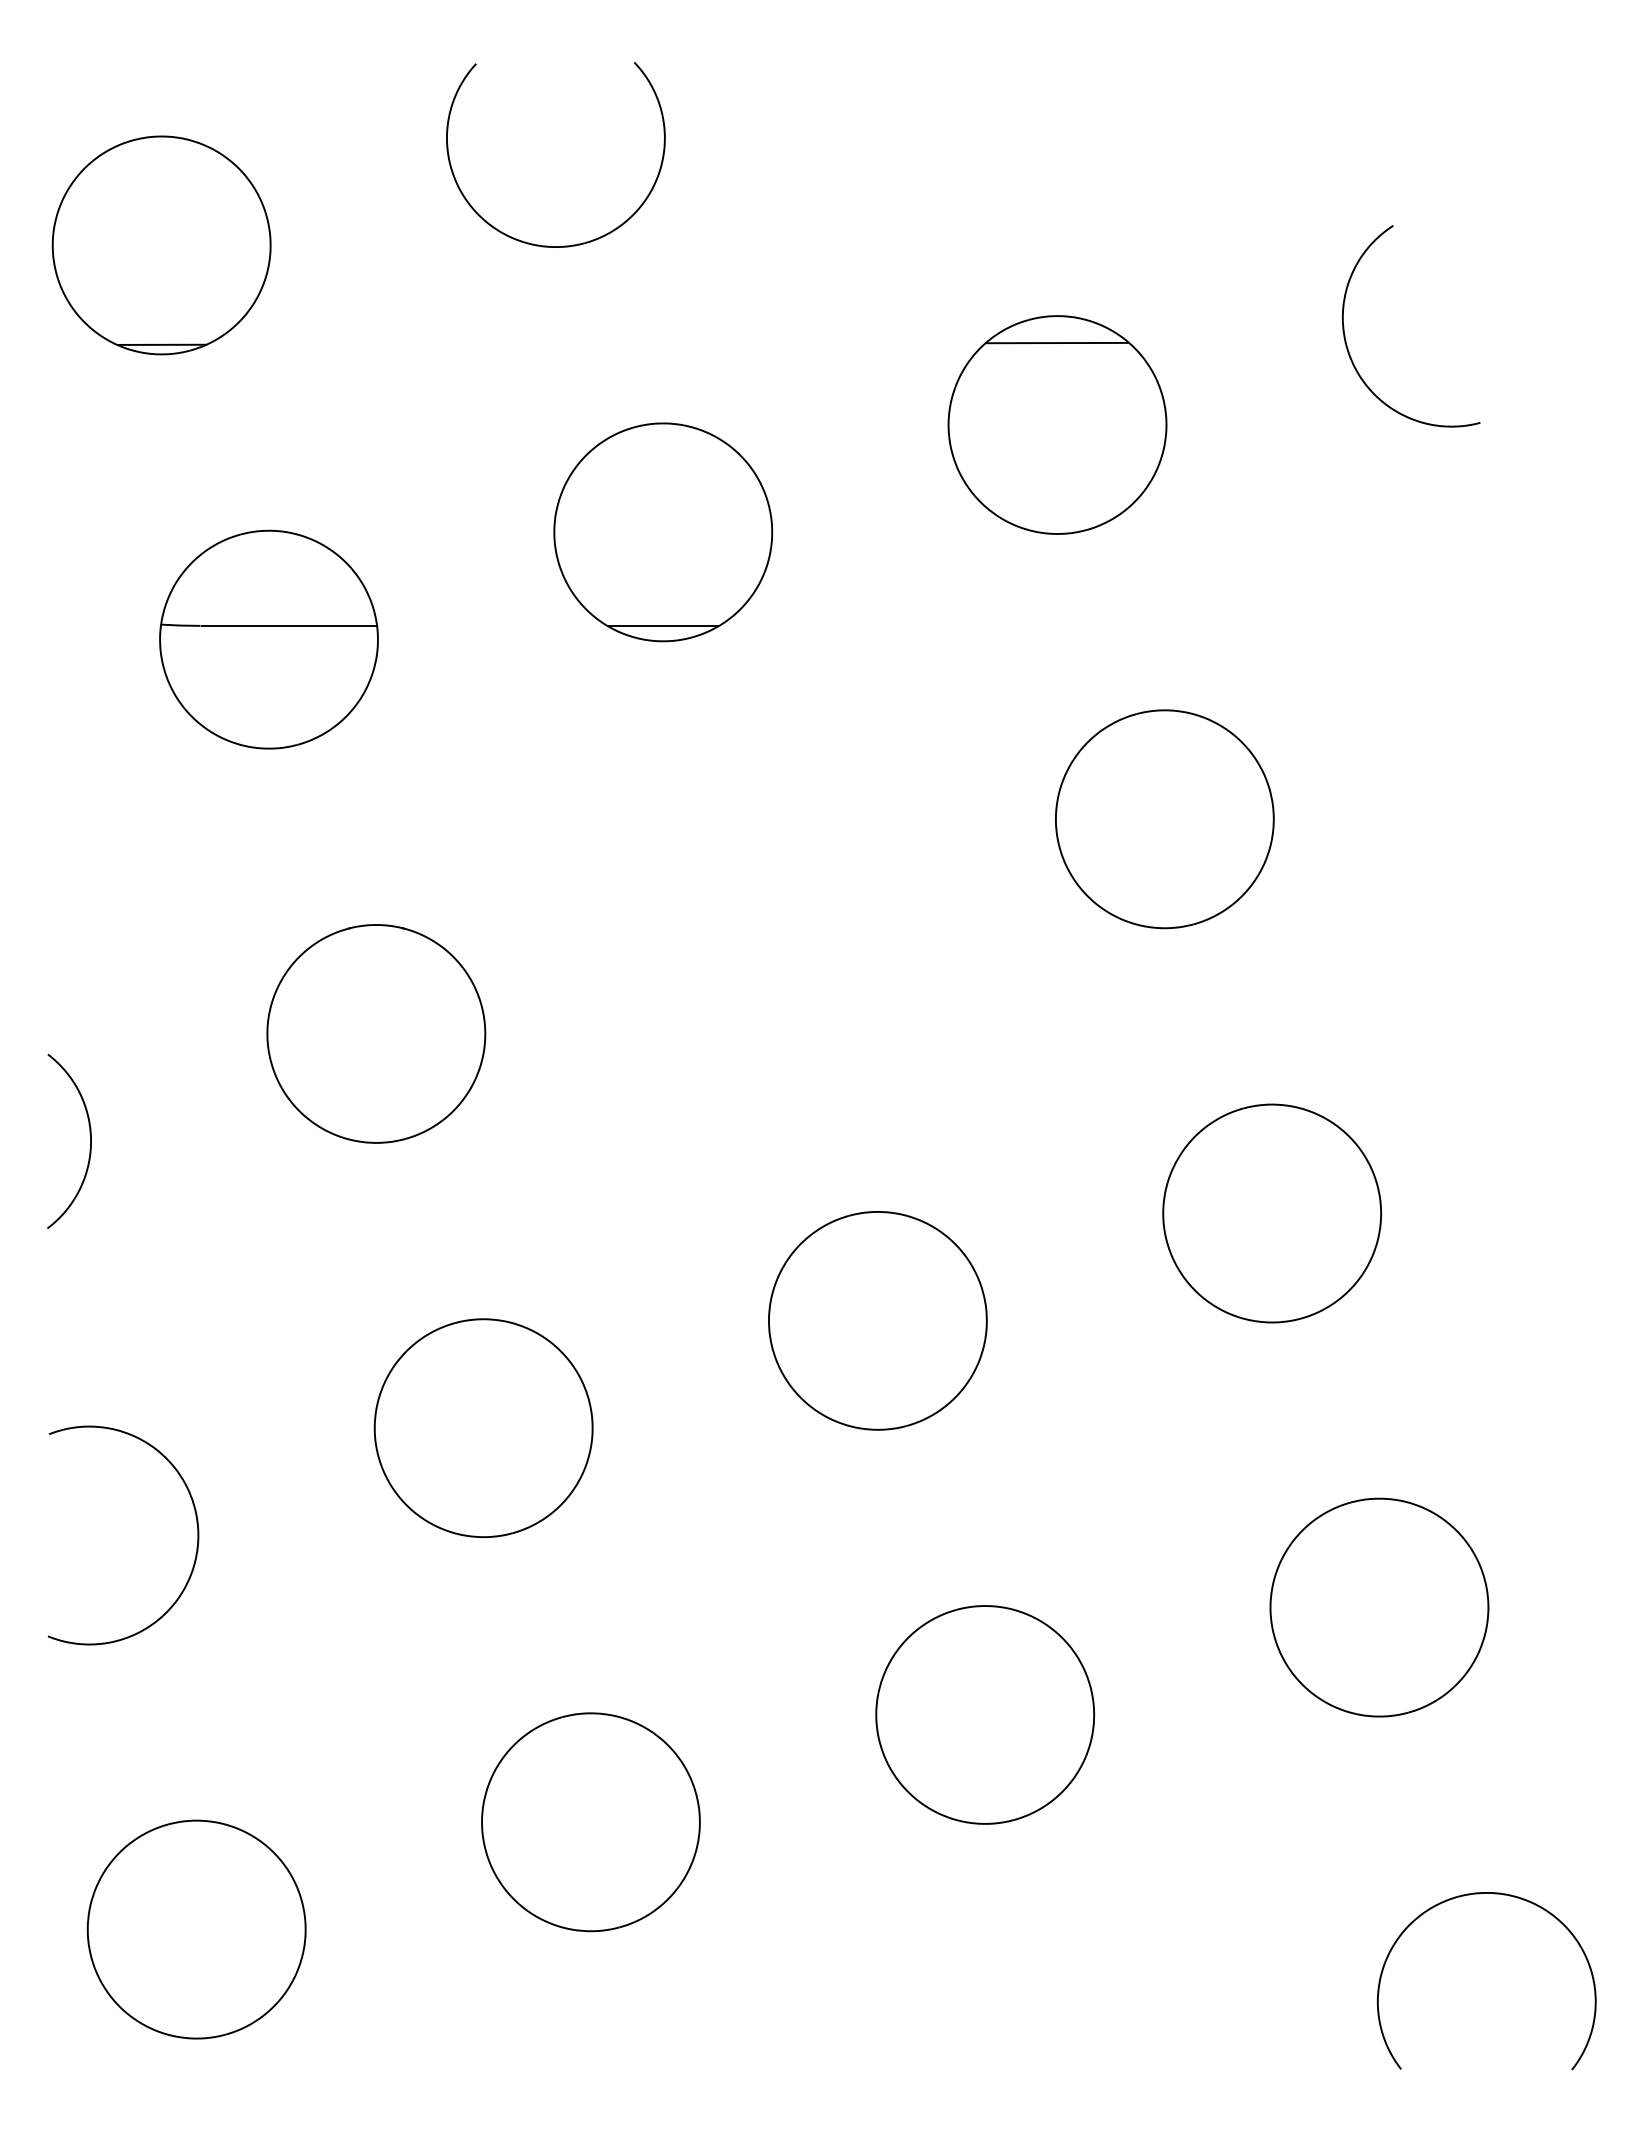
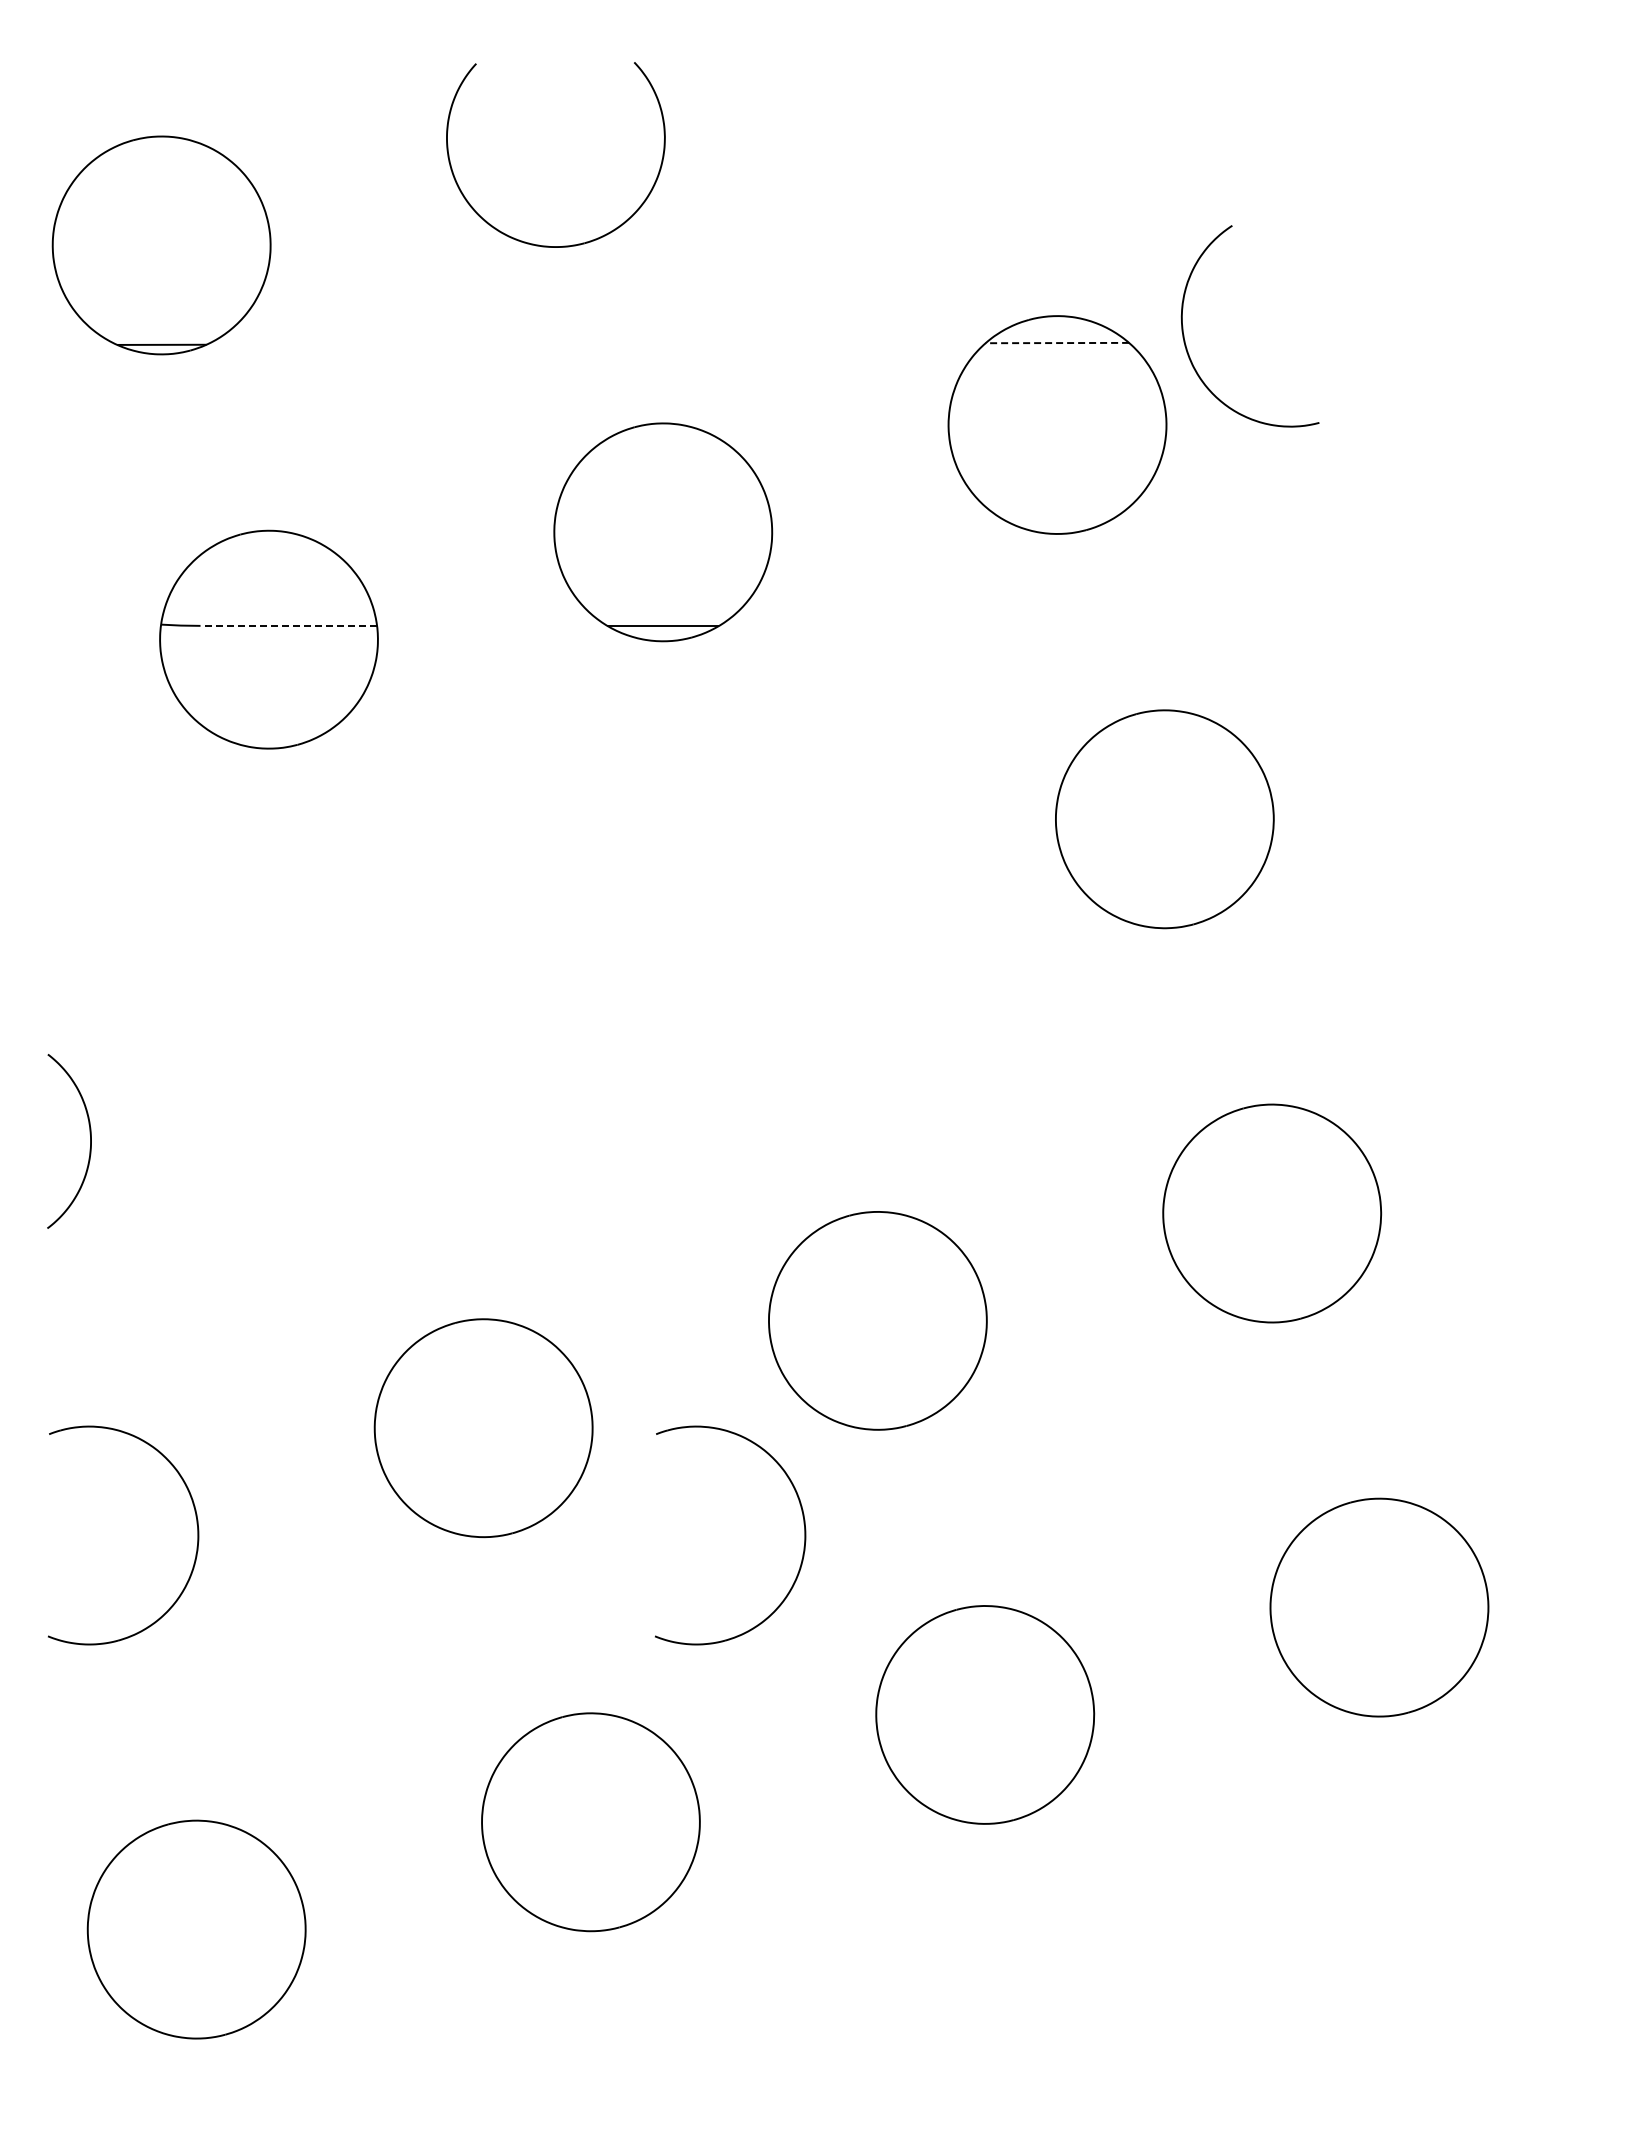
curve at (1345, 334) position: (1345, 334) -> (1184, 334)
line at (1057, 343): solid -> dashed
line at (288, 625): solid -> dashed
part at (376, 1033): present -> none
part at (803, 1524): none -> present
part at (1479, 1894): present -> none
